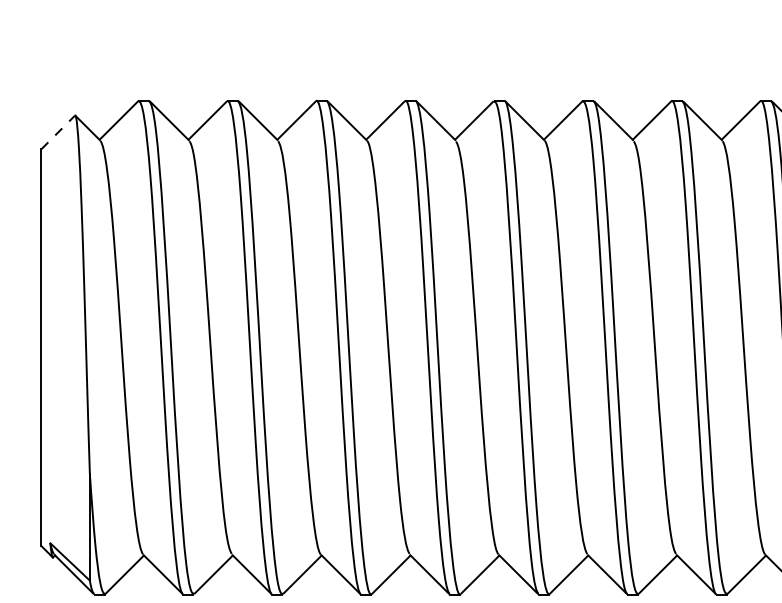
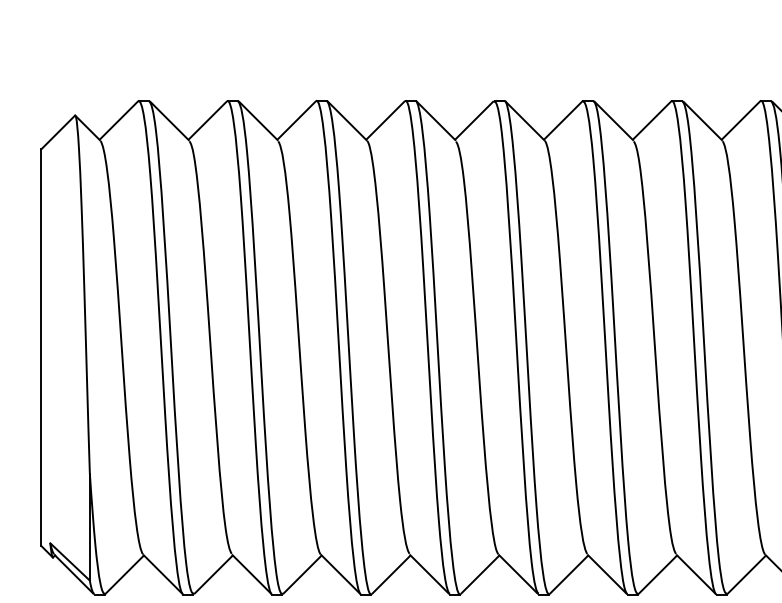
line at (58, 132): dashed -> solid
